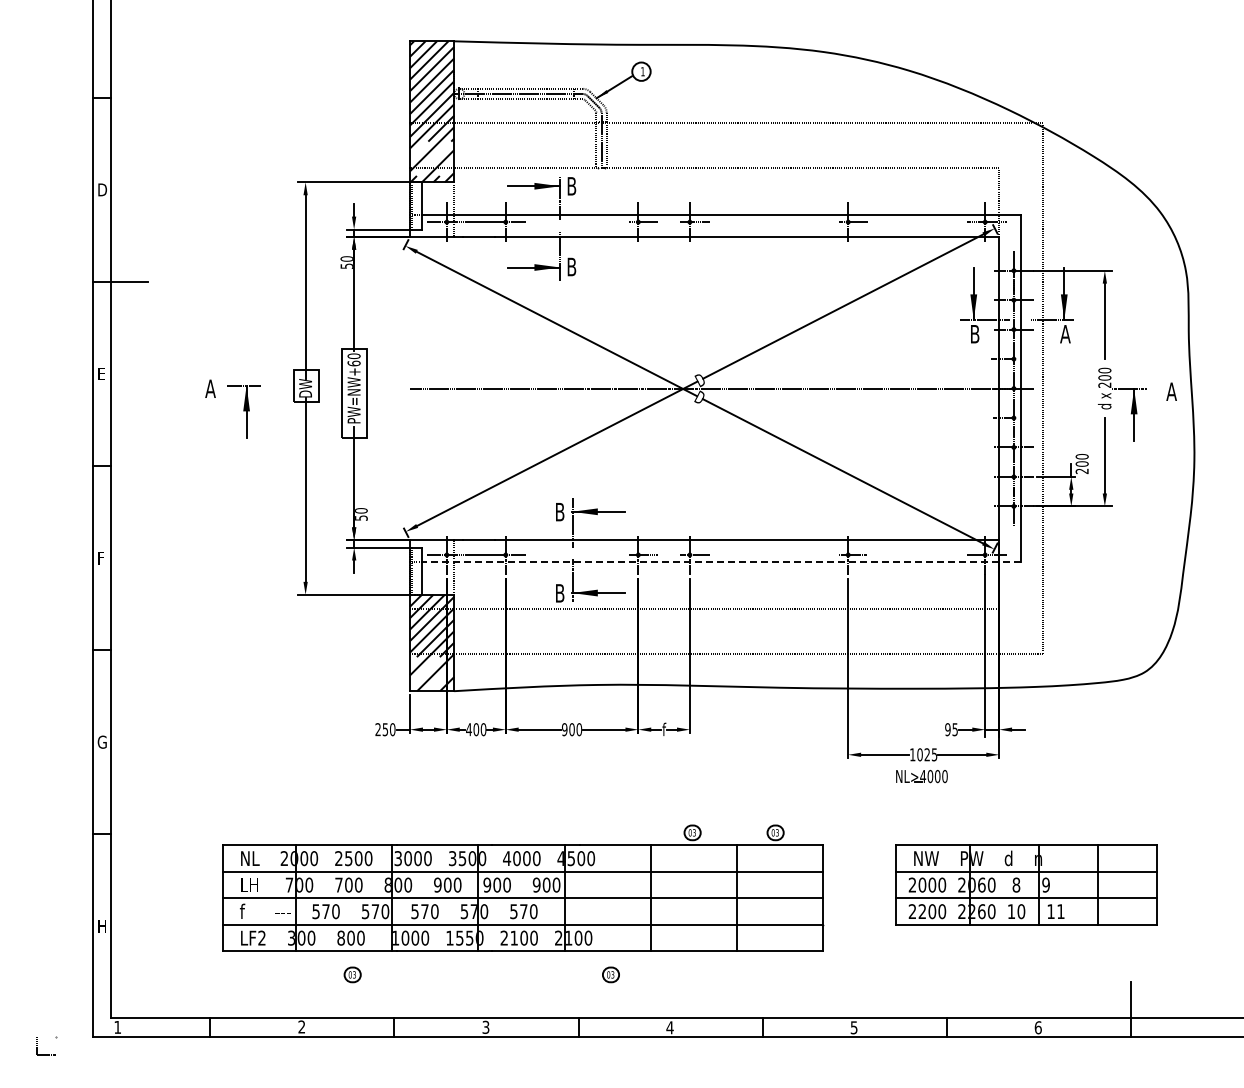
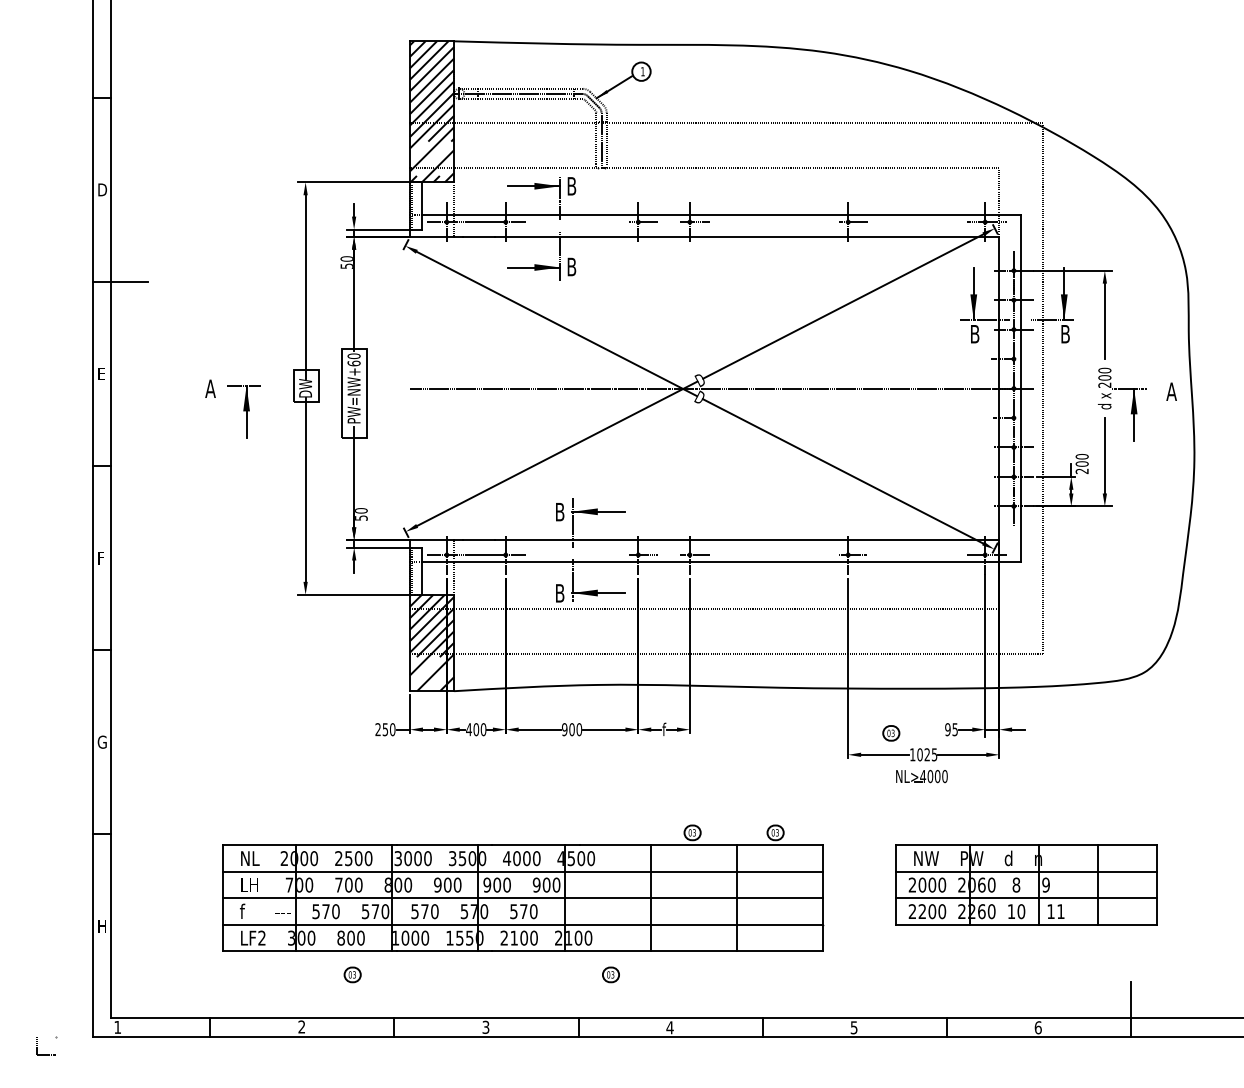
text at (1065, 334): A -> B
line at (721, 562): dashed -> solid
part at (891, 733): none -> present
